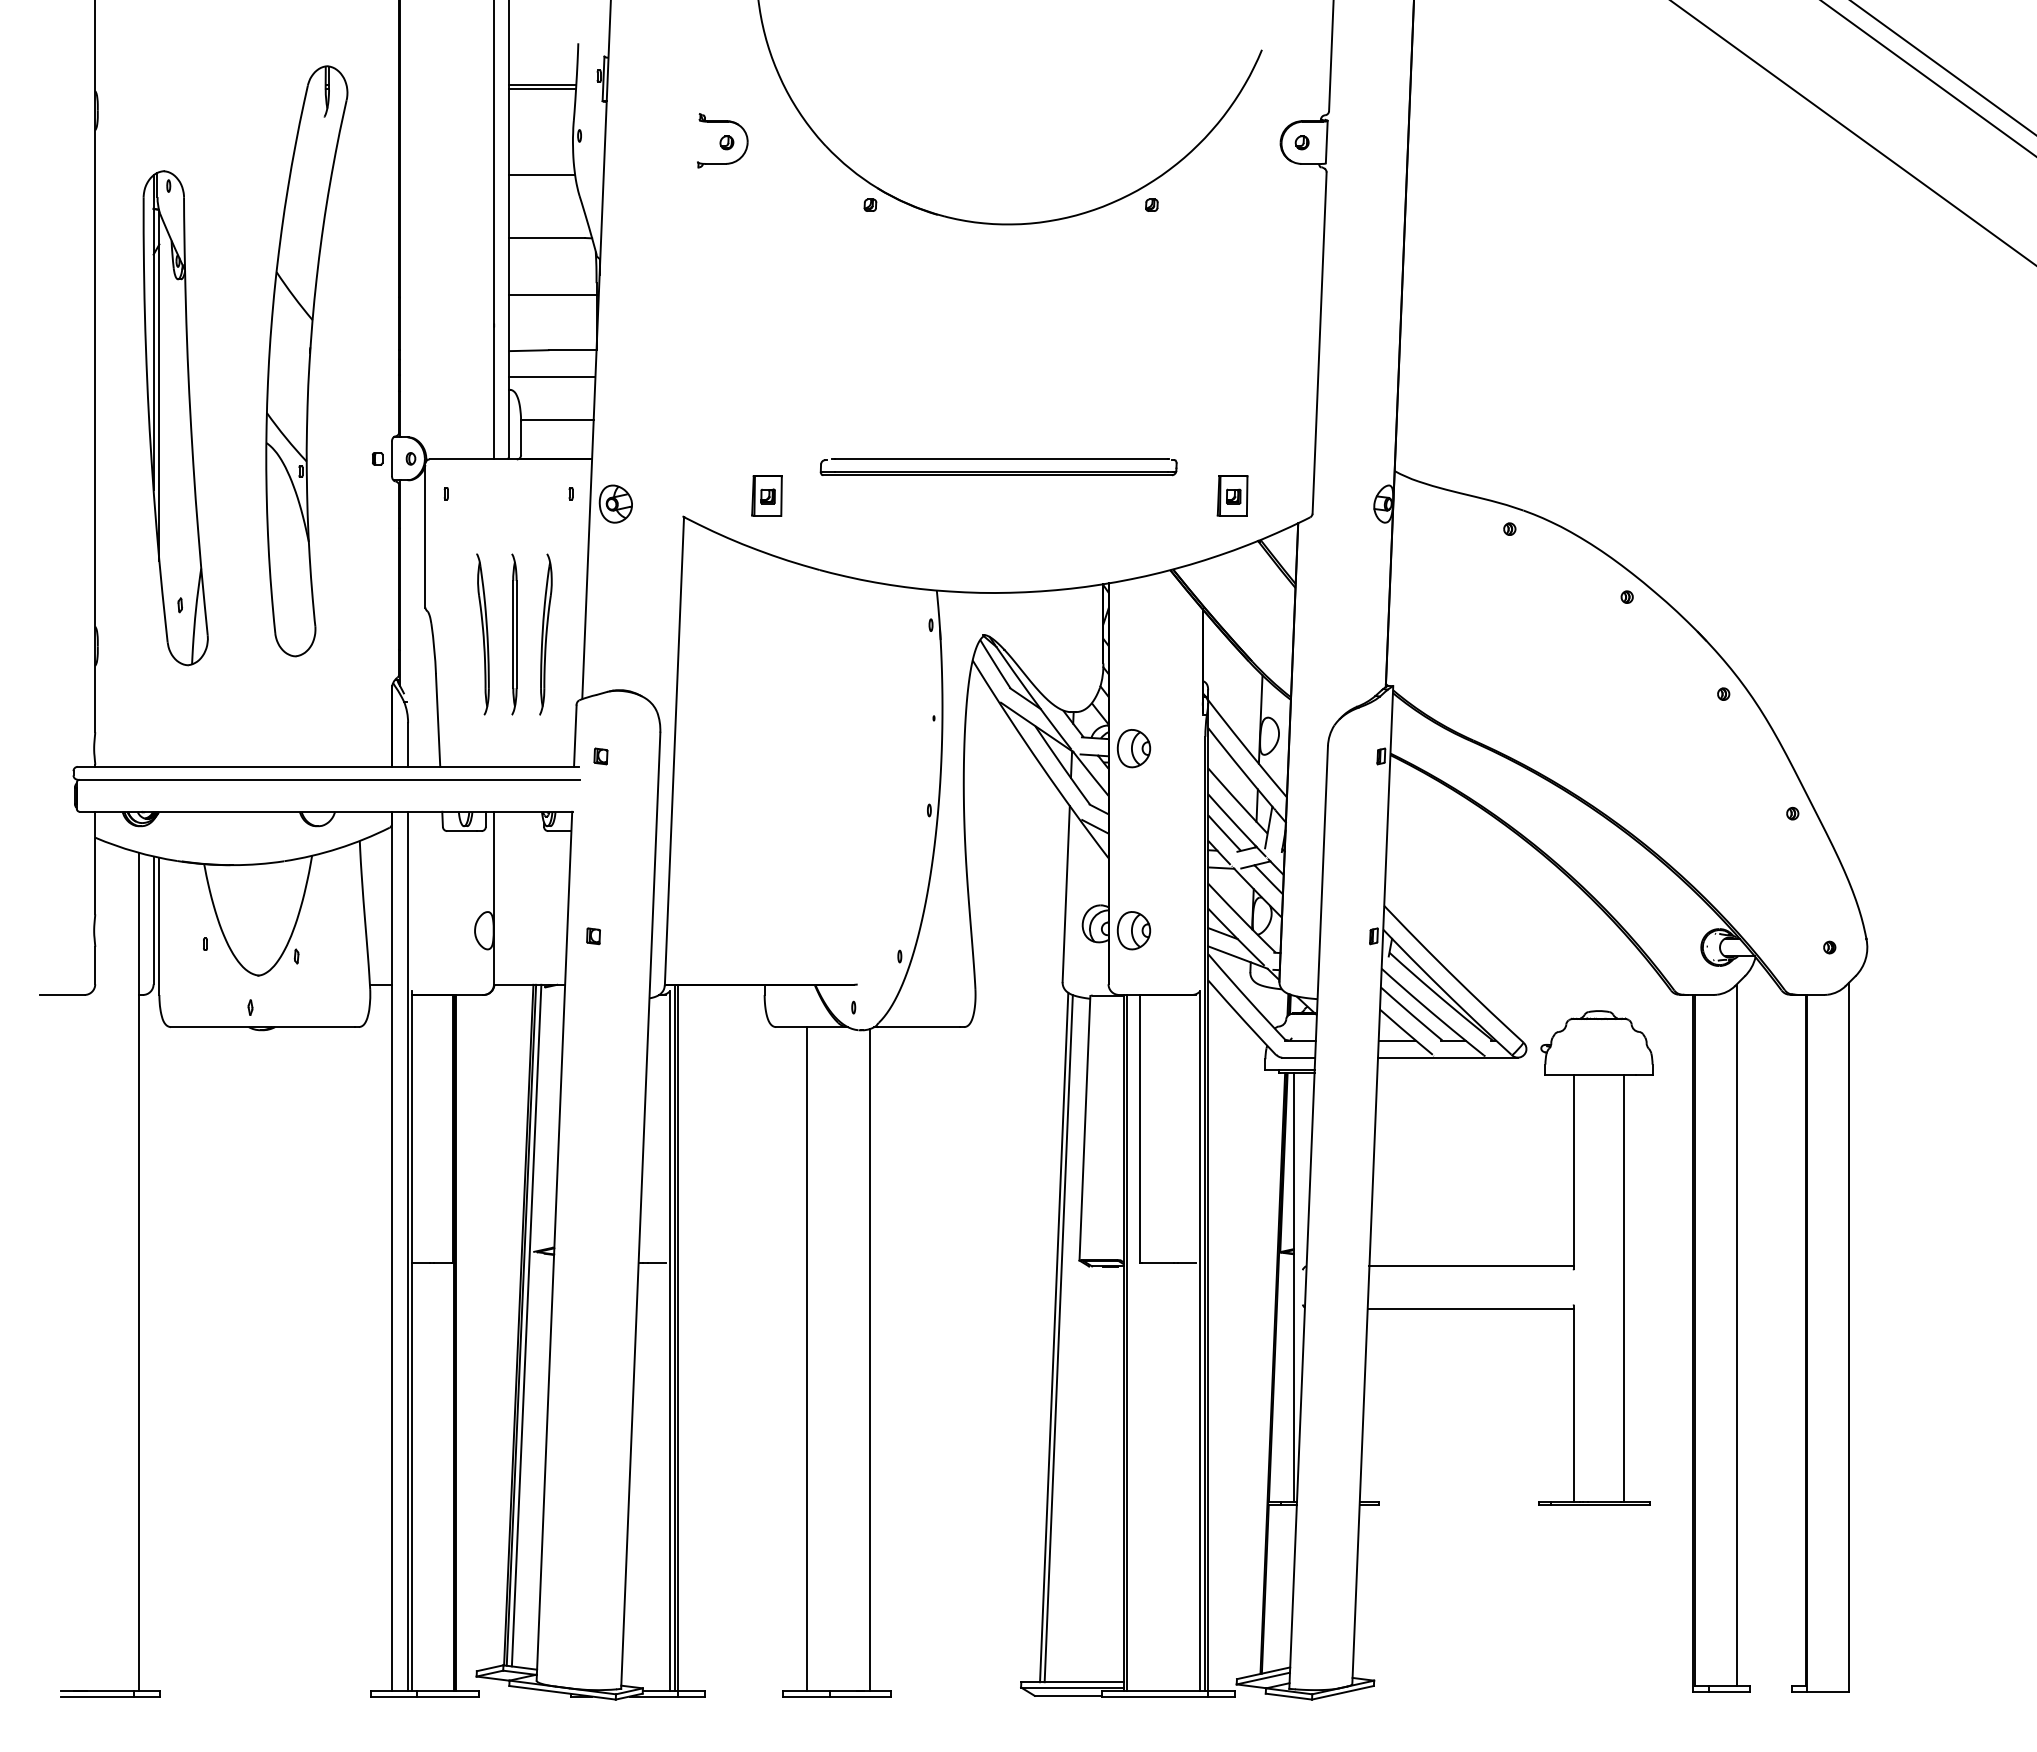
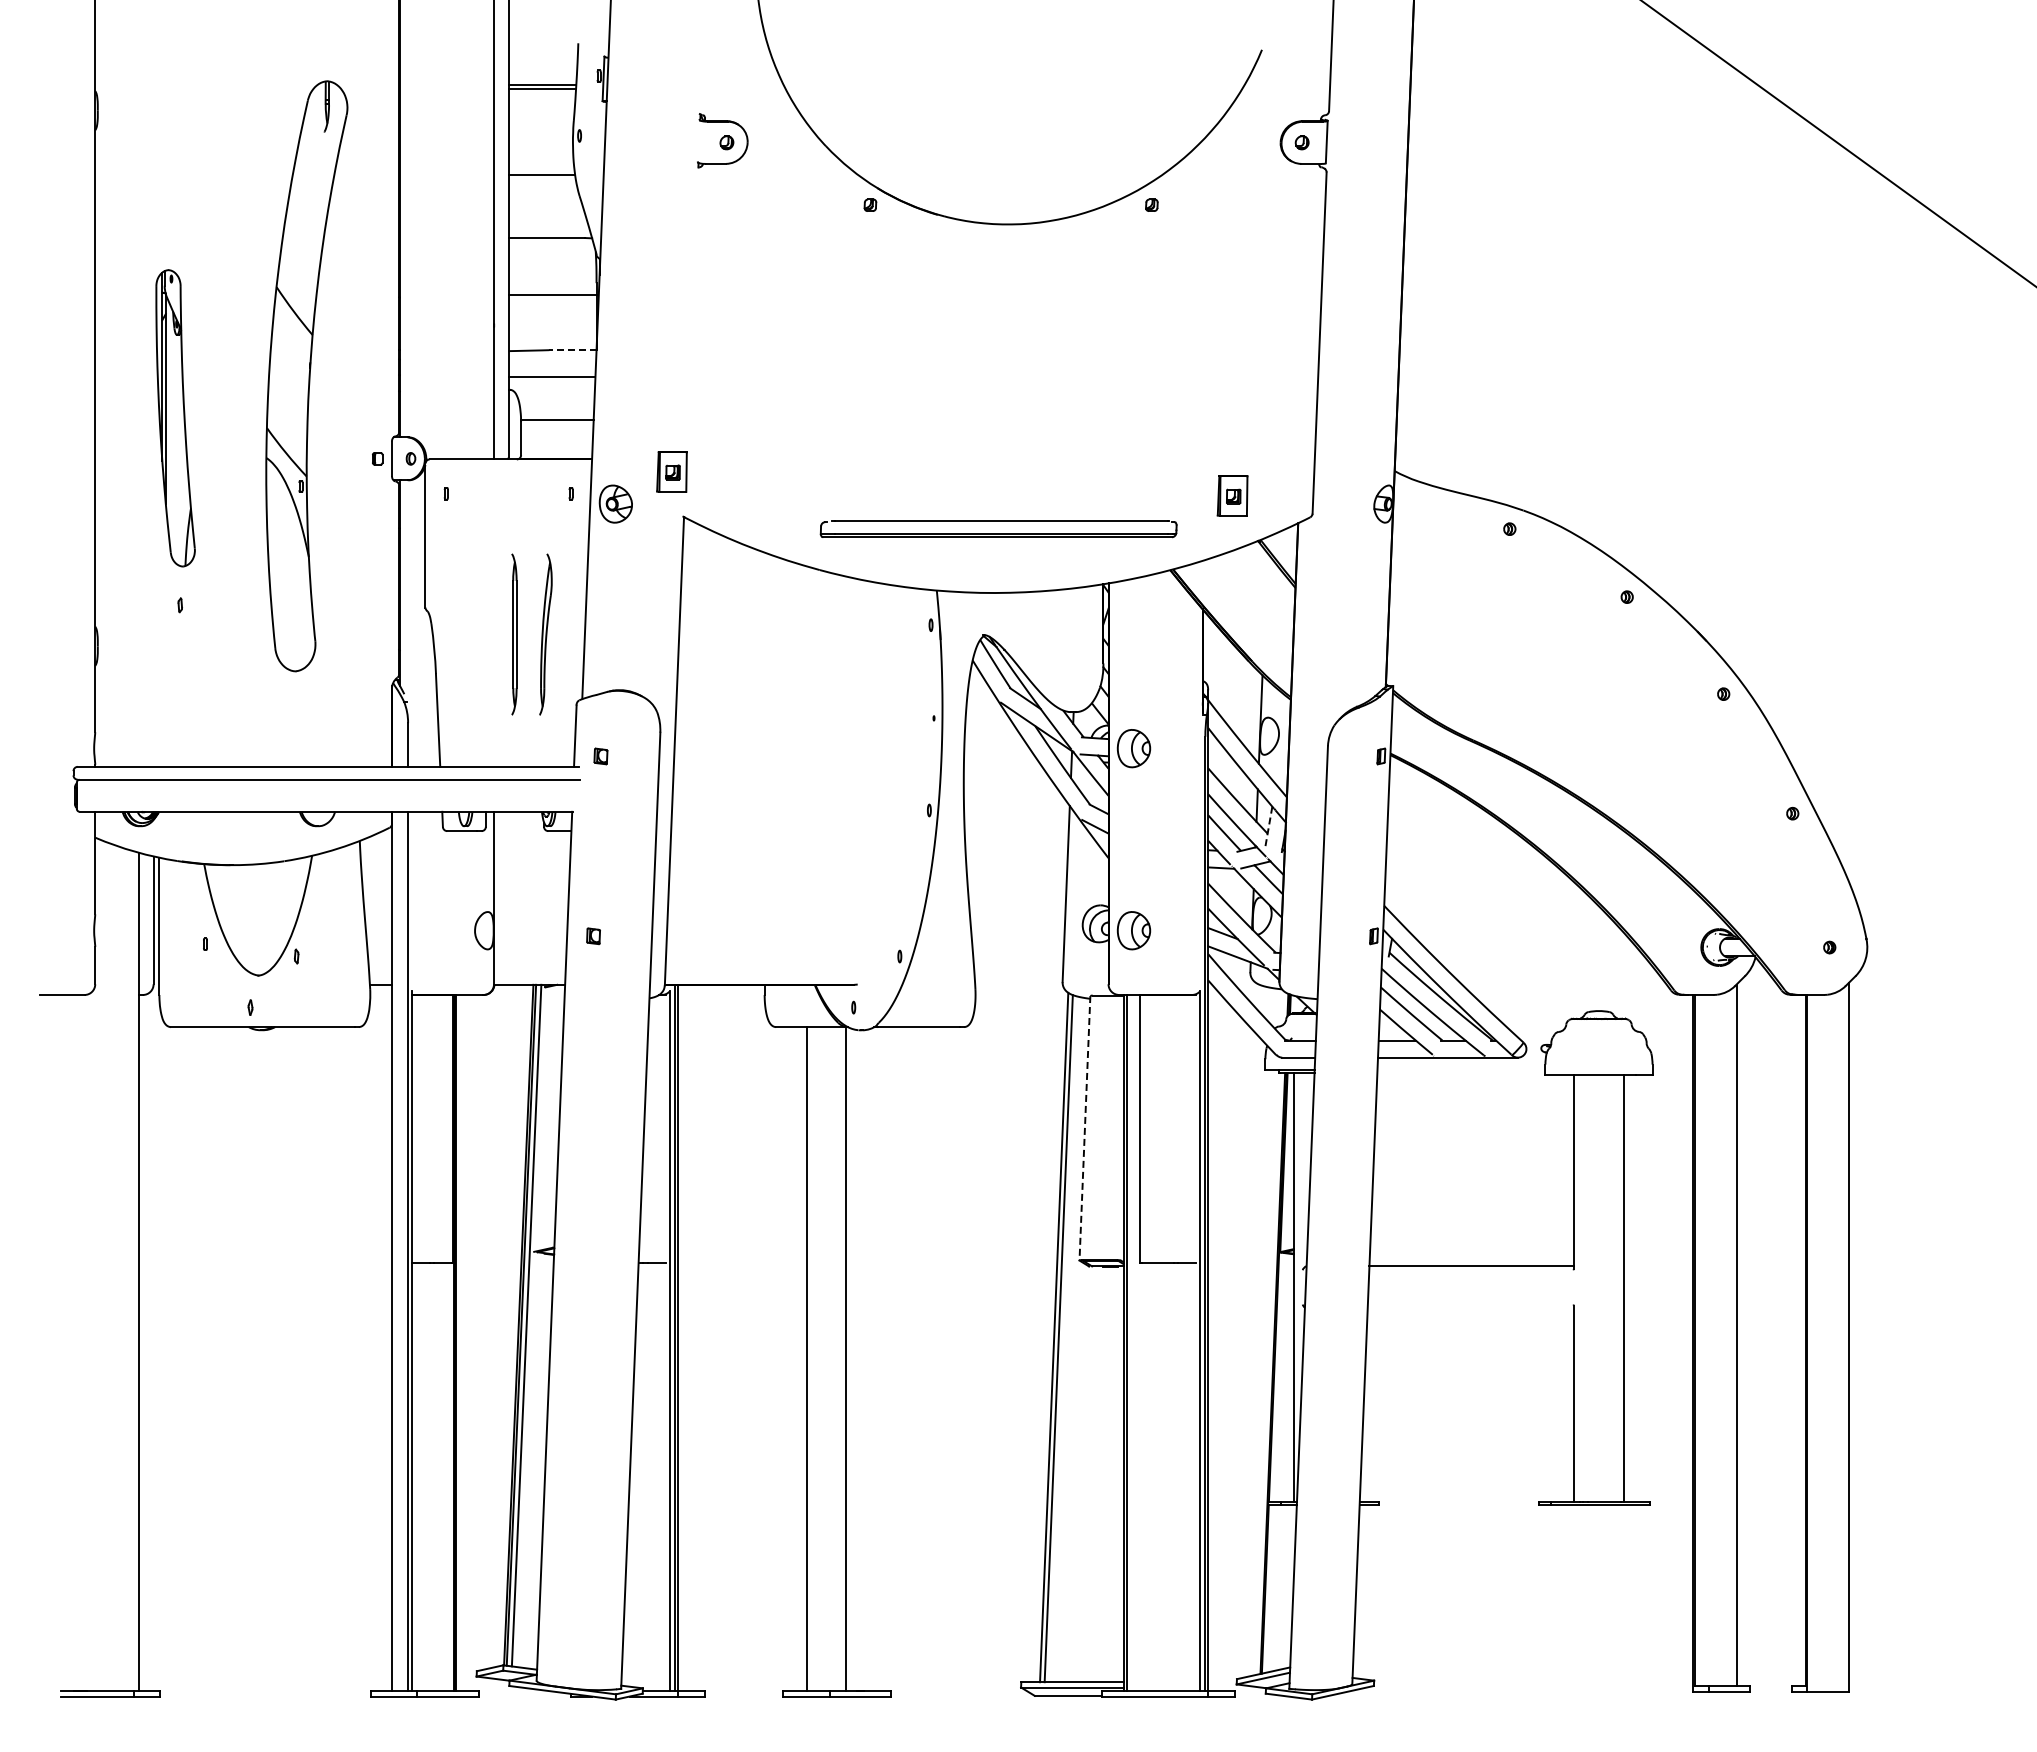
line at (1942, 67): present -> none
line at (1928, 78): present -> none
line at (1853, 132) position: (1853, 132) -> (1838, 143)
line at (572, 350): solid -> dashed
part at (306, 361) position: (306, 361) -> (306, 376)
part at (175, 418) size: 67x497 px -> 41x299 px
part at (998, 467) position: (998, 467) -> (998, 529)
part at (766, 495) position: (766, 495) -> (671, 471)
part at (482, 634): present -> none
line at (1268, 827): solid -> dashed
line at (1084, 1128): solid -> dashed
line at (1470, 1308): present -> none
line at (869, 1360) position: (869, 1360) -> (845, 1360)
